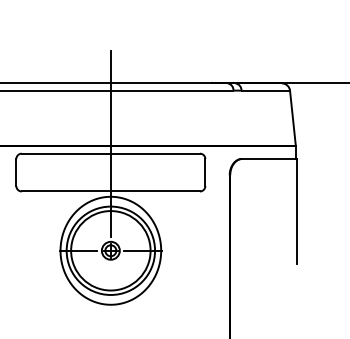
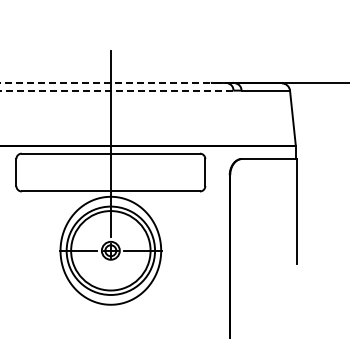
line at (114, 83): solid -> dashed
line at (116, 90): solid -> dashed
